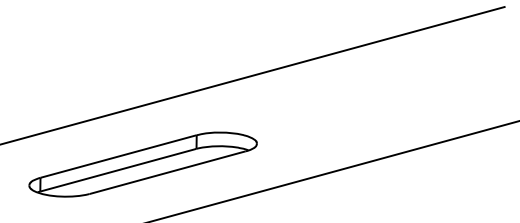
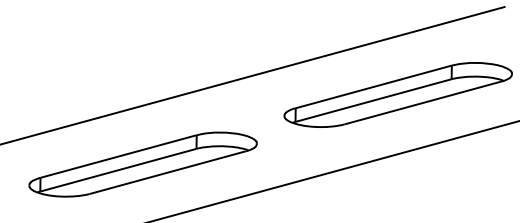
part at (397, 94): none -> present
